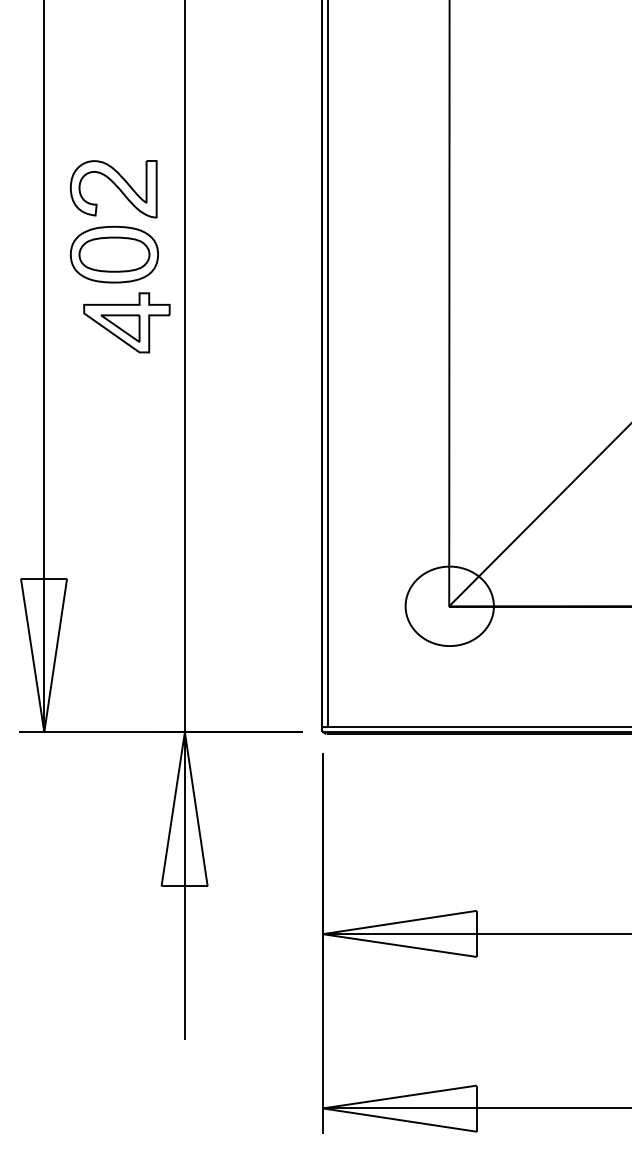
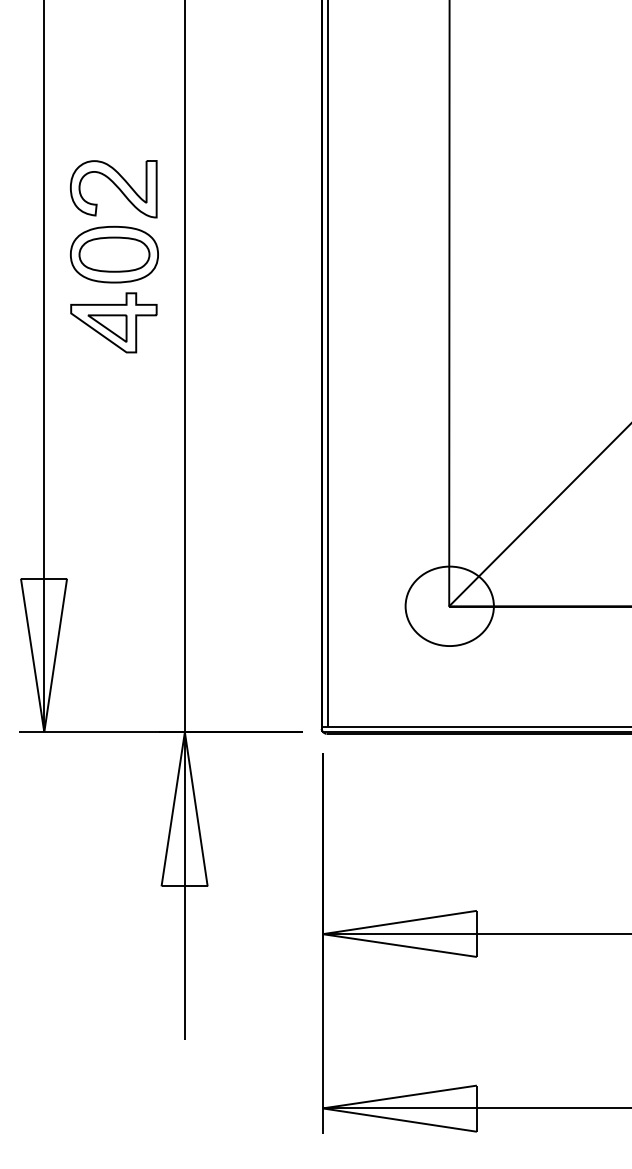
part at (126, 322) position: (126, 322) -> (113, 322)
